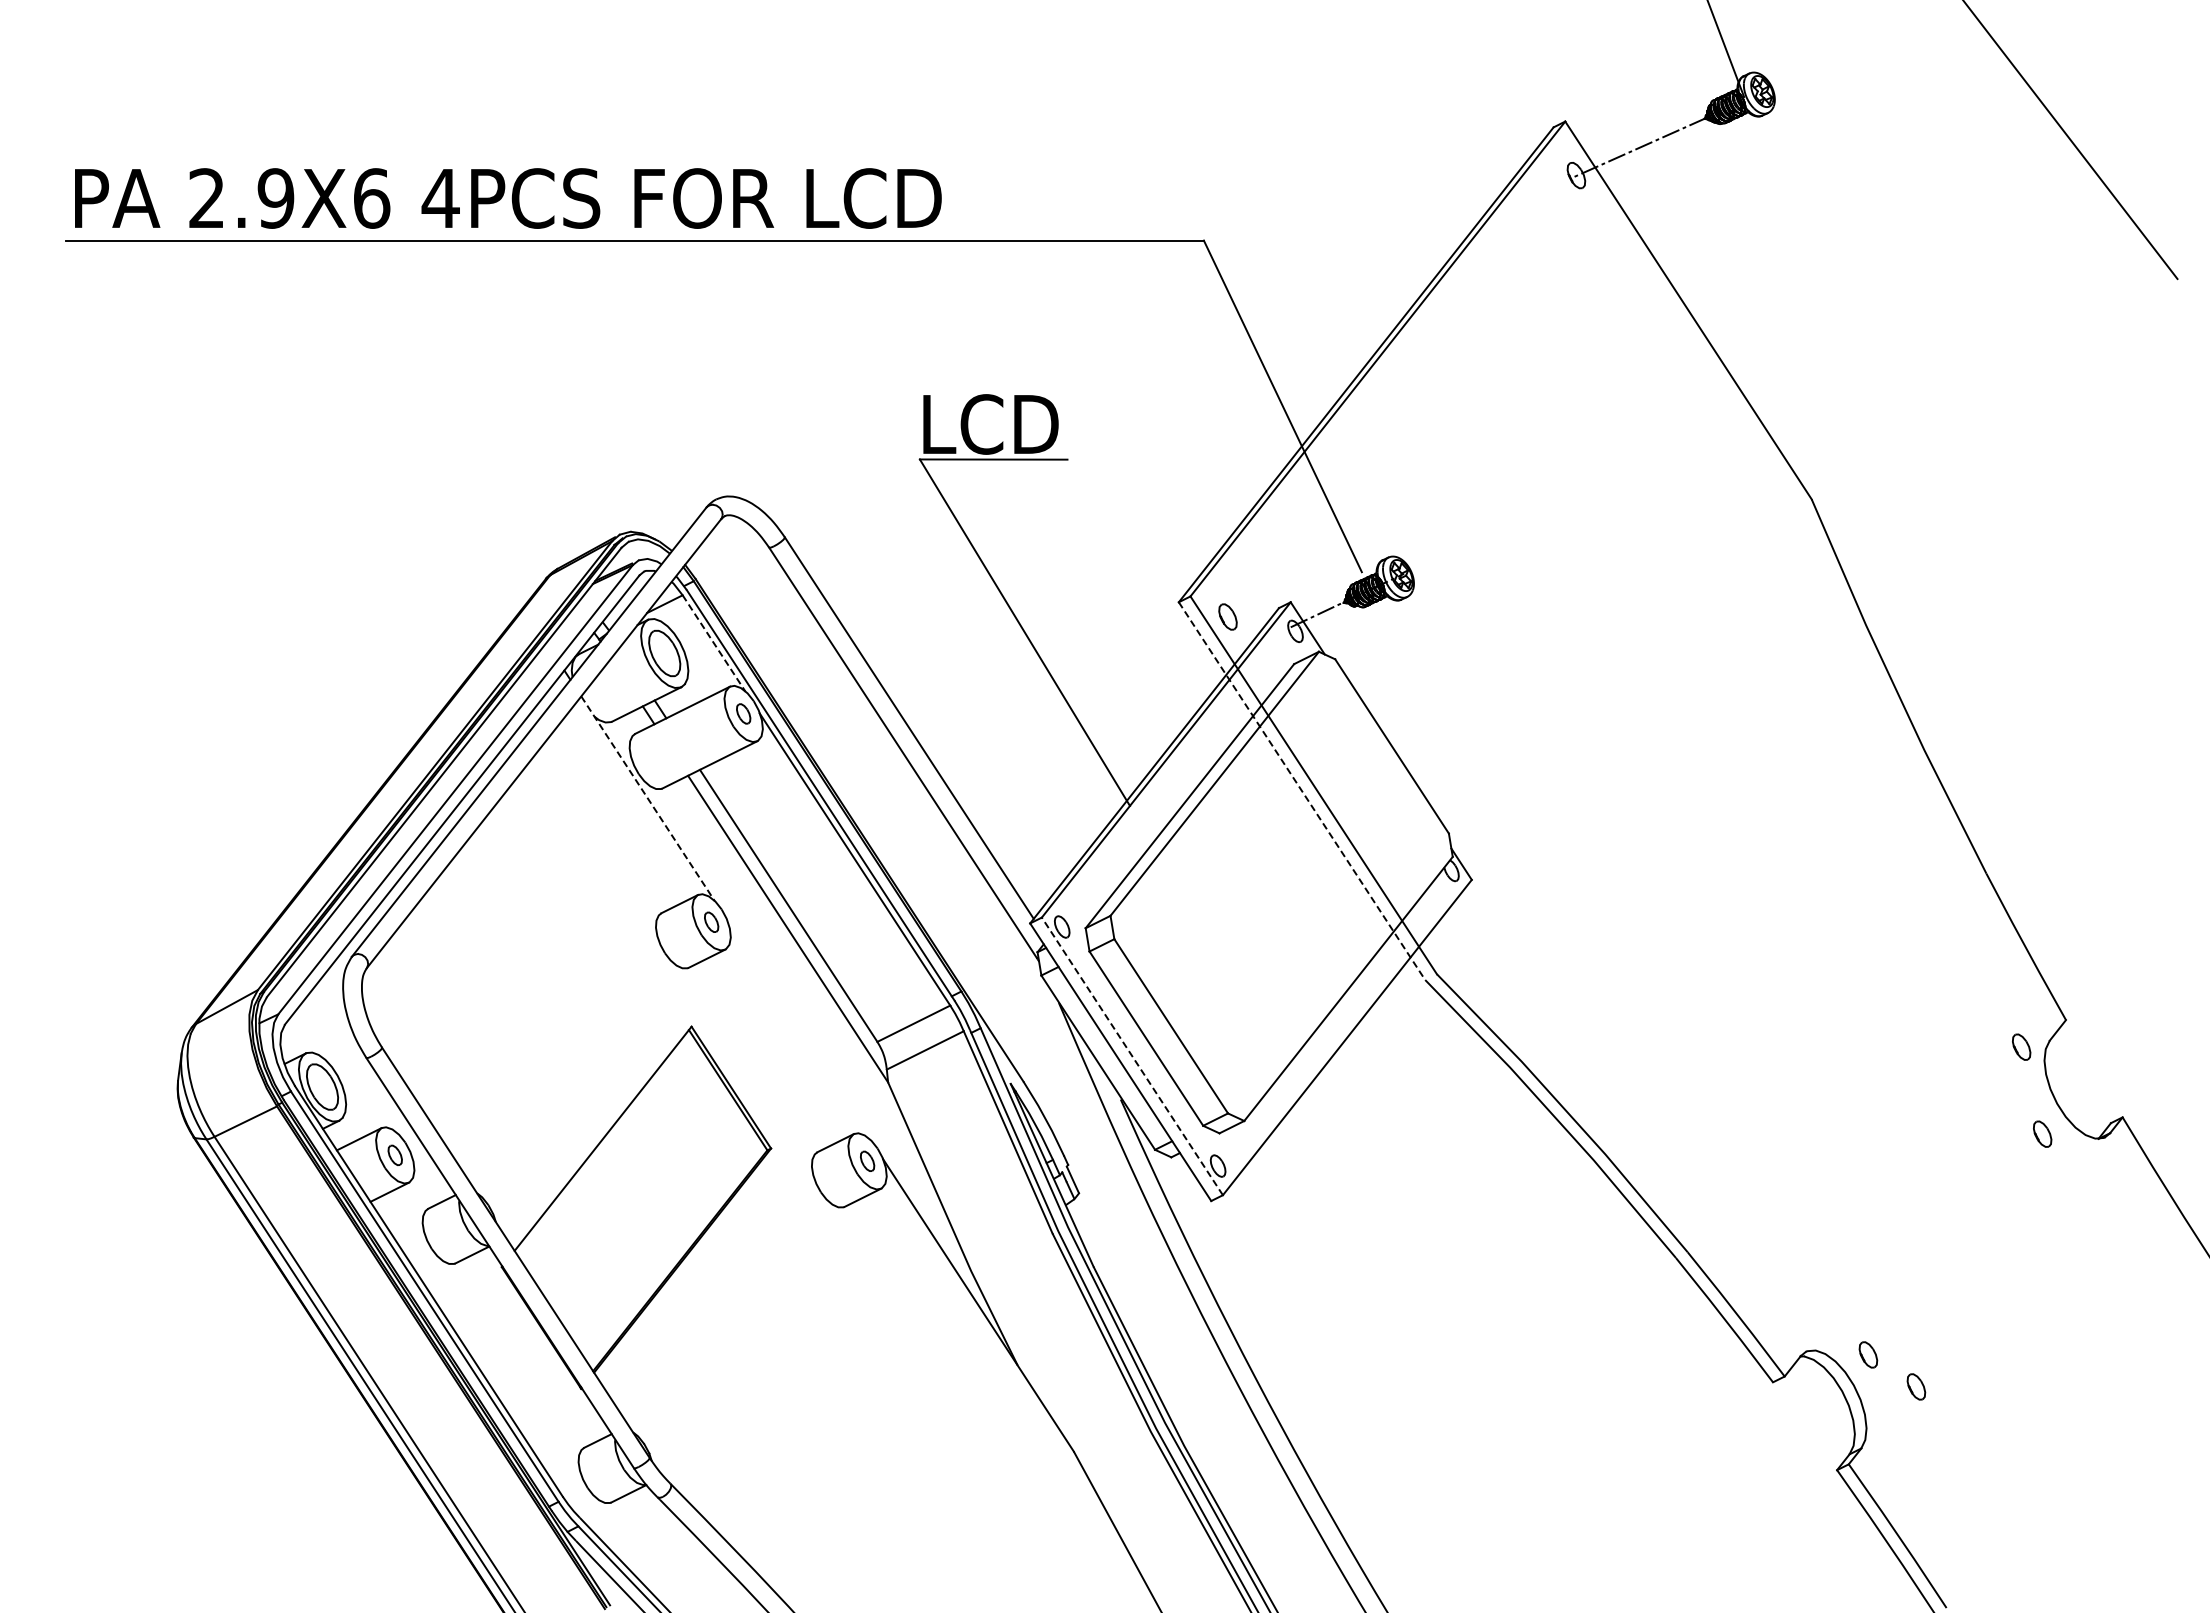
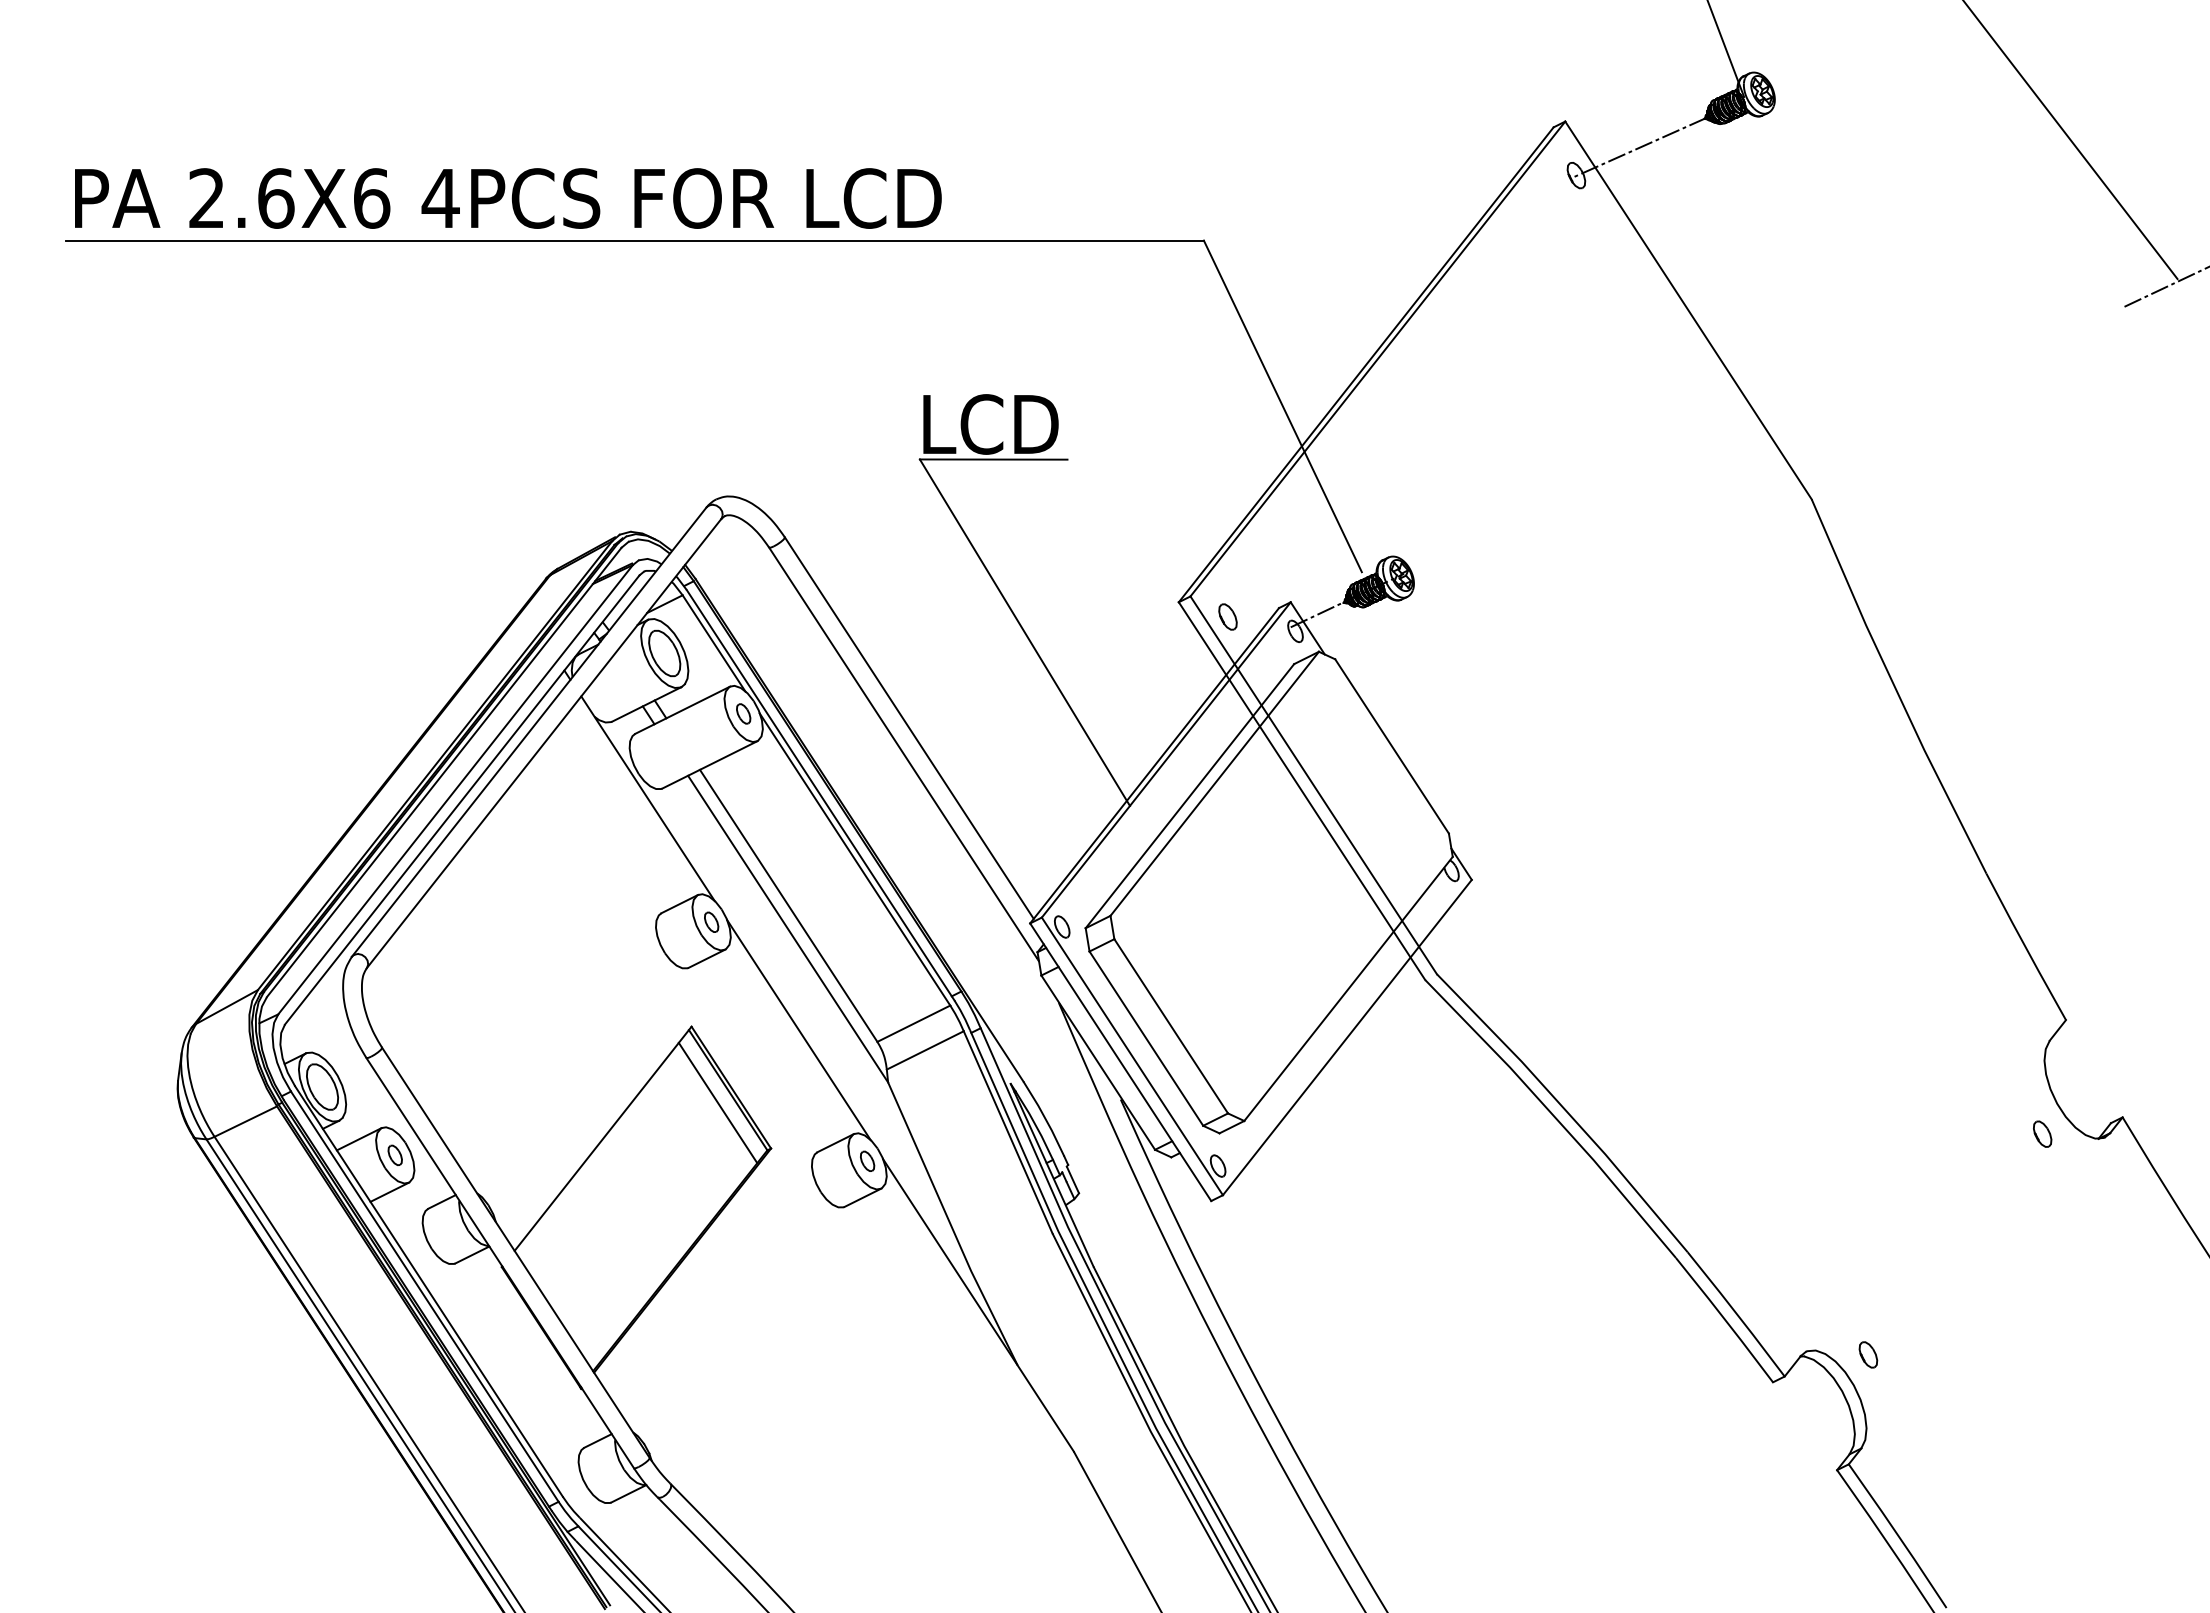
text at (275, 198): 2.9X6 -> 2.6X6
line at (2165, 287): none -> present
line at (714, 643): dashed -> solid
line at (1302, 791): dashed -> solid
line at (648, 799): dashed -> solid
line at (798, 1029): none -> present
part at (2021, 1046): present -> none
line at (1132, 1056): dashed -> solid
line at (717, 1102): none -> present
part at (1916, 1386): present -> none
